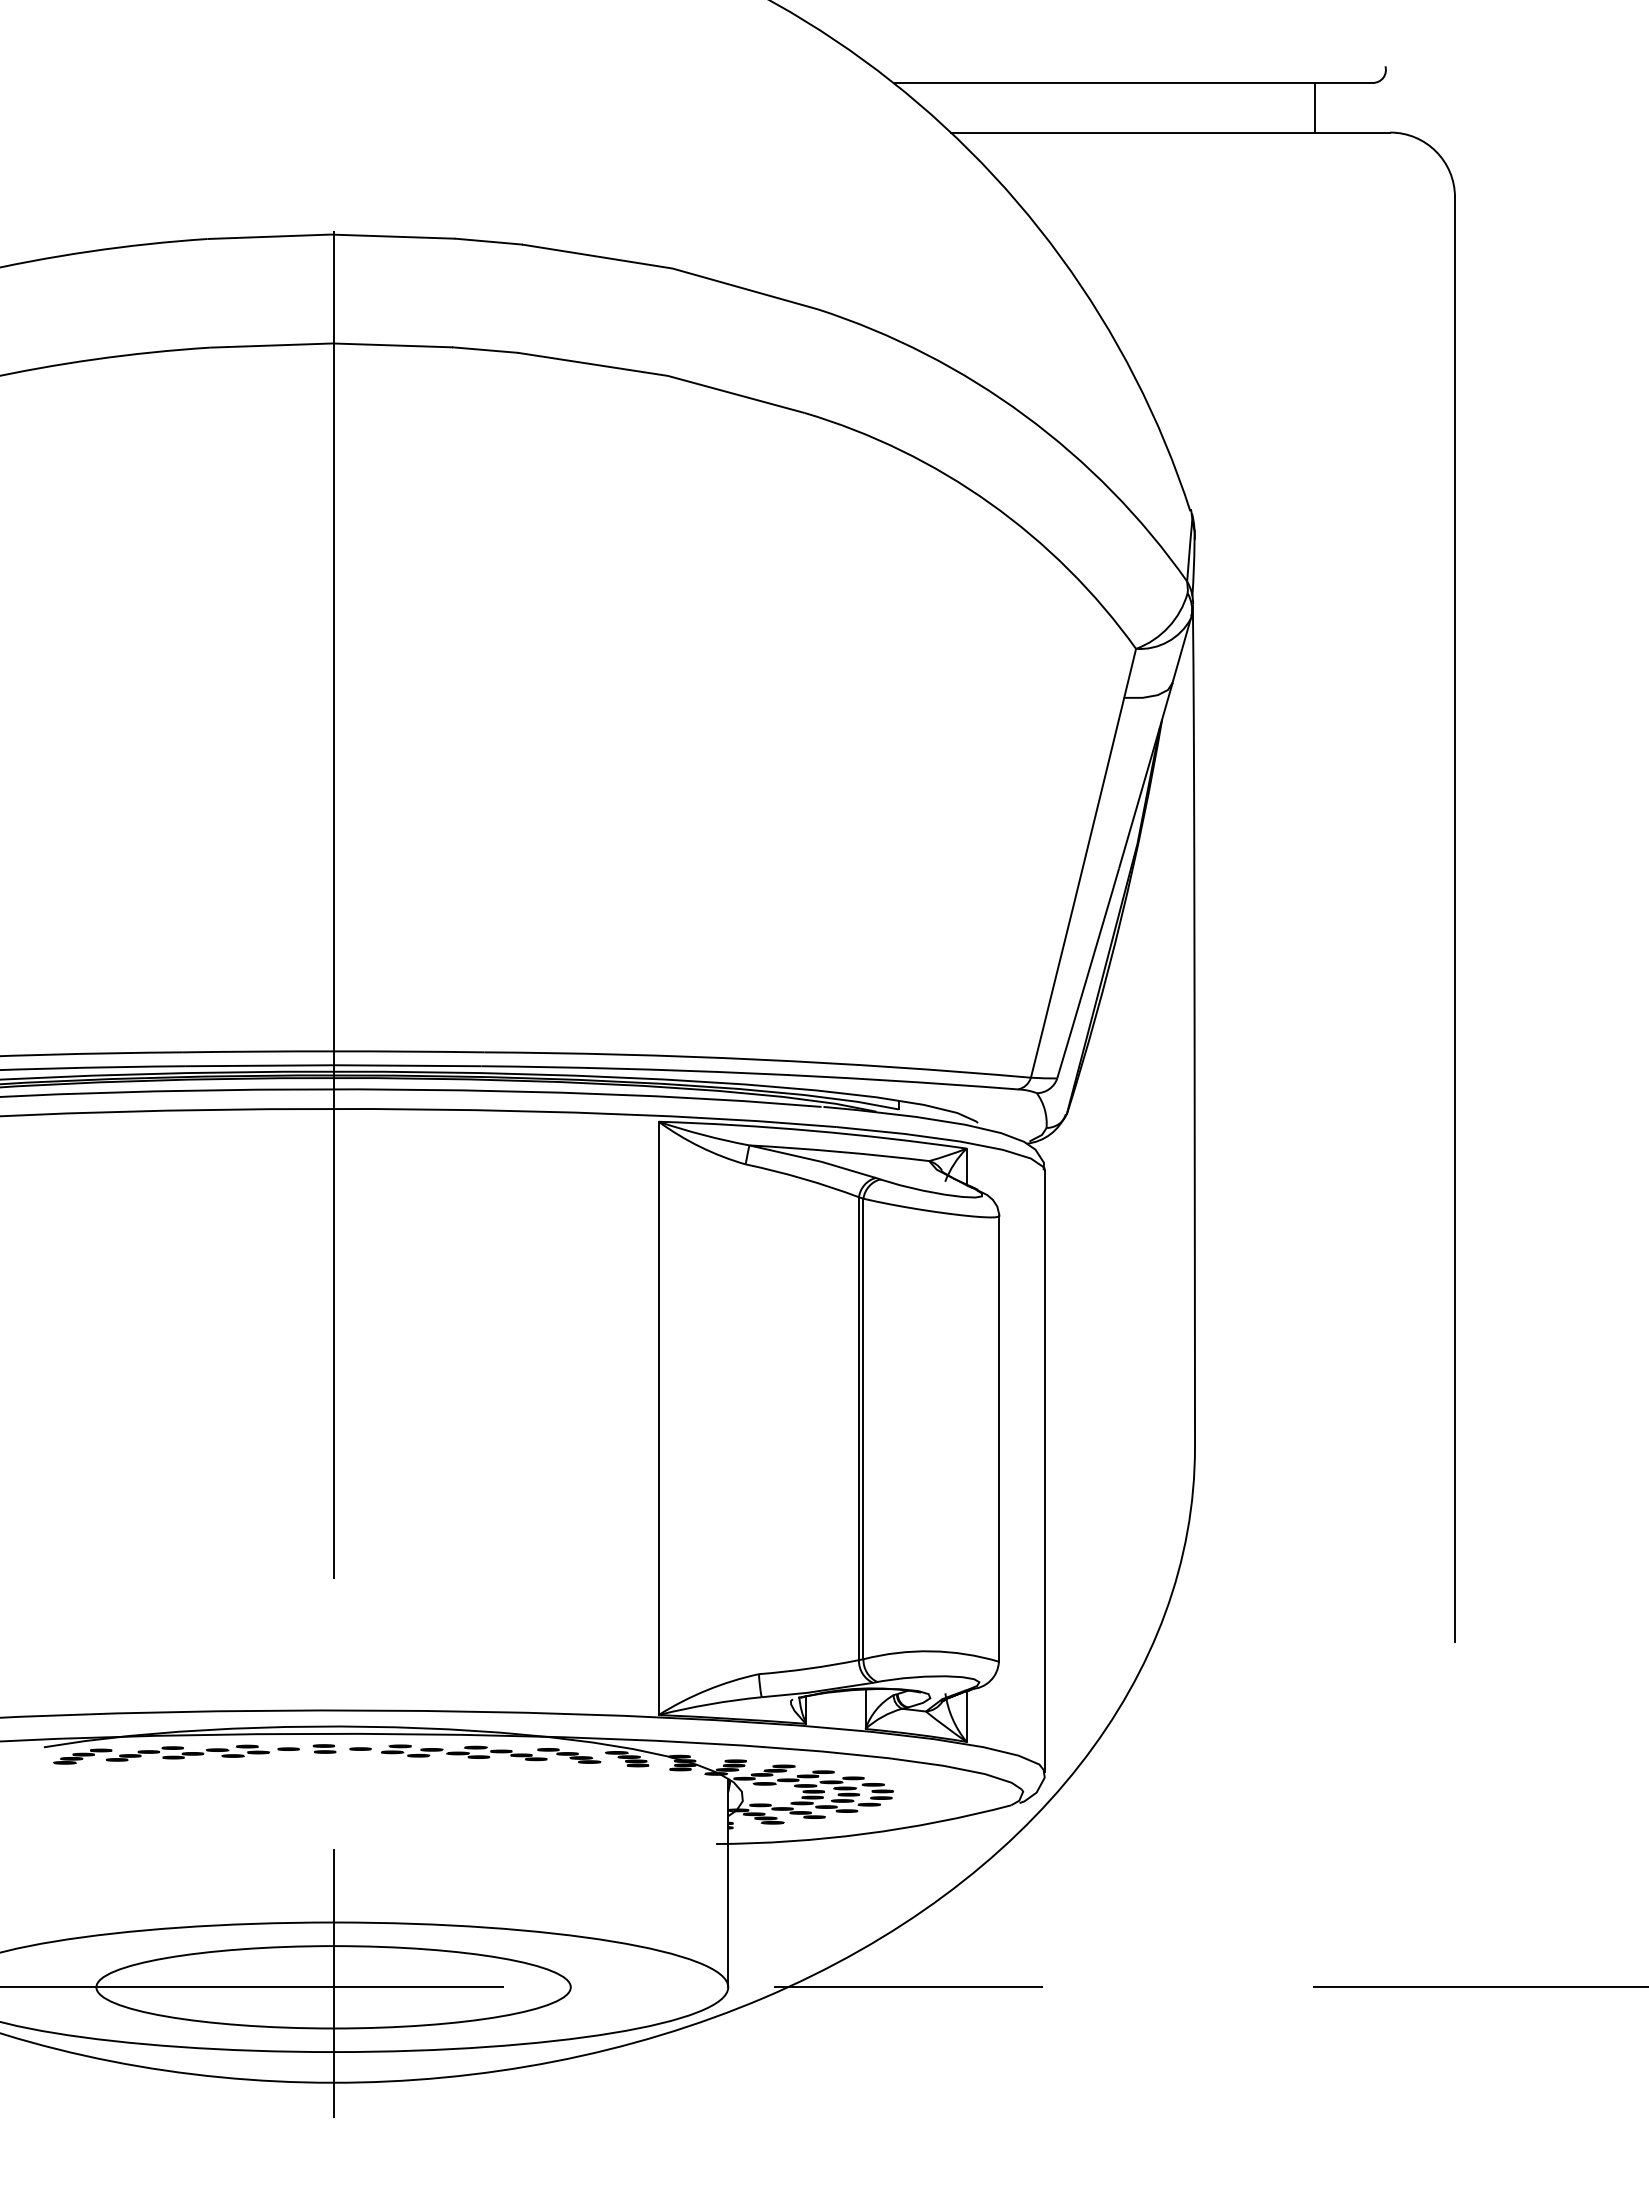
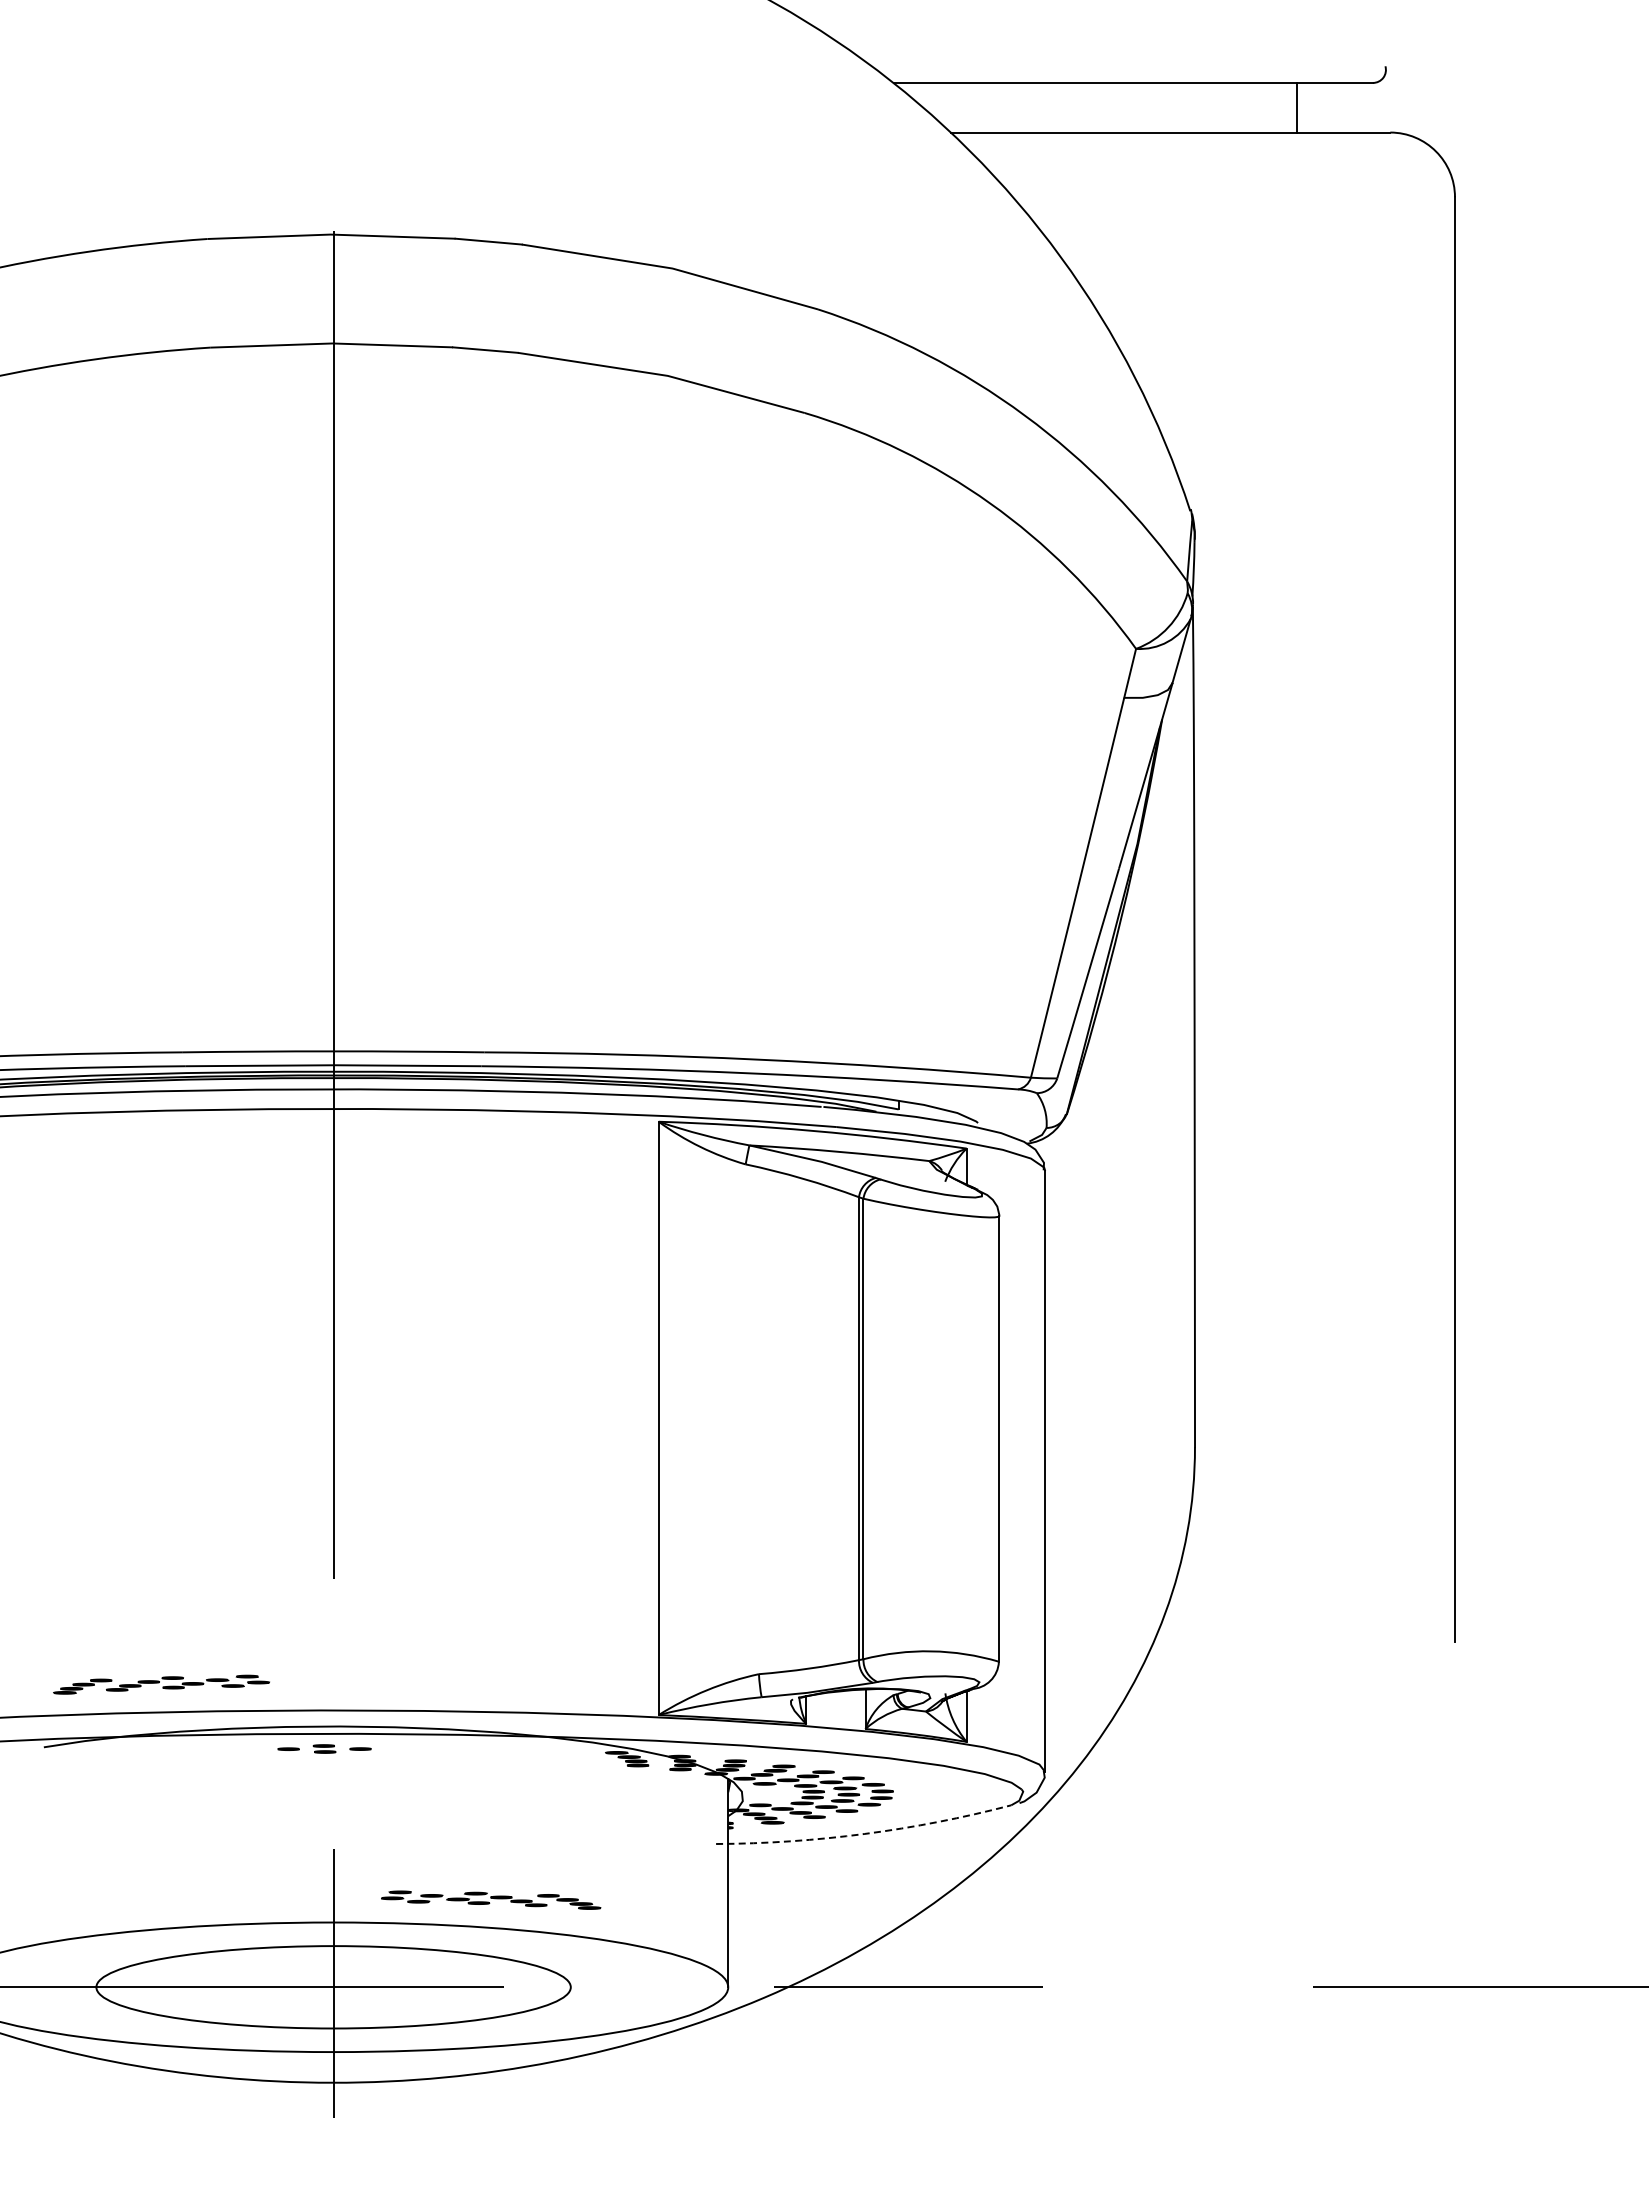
line at (1314, 107) position: (1314, 107) -> (1296, 107)
part at (491, 1753) position: (491, 1753) -> (491, 1899)
part at (161, 1754) position: (161, 1754) -> (161, 1684)
arc at (864, 1833): solid -> dashed
